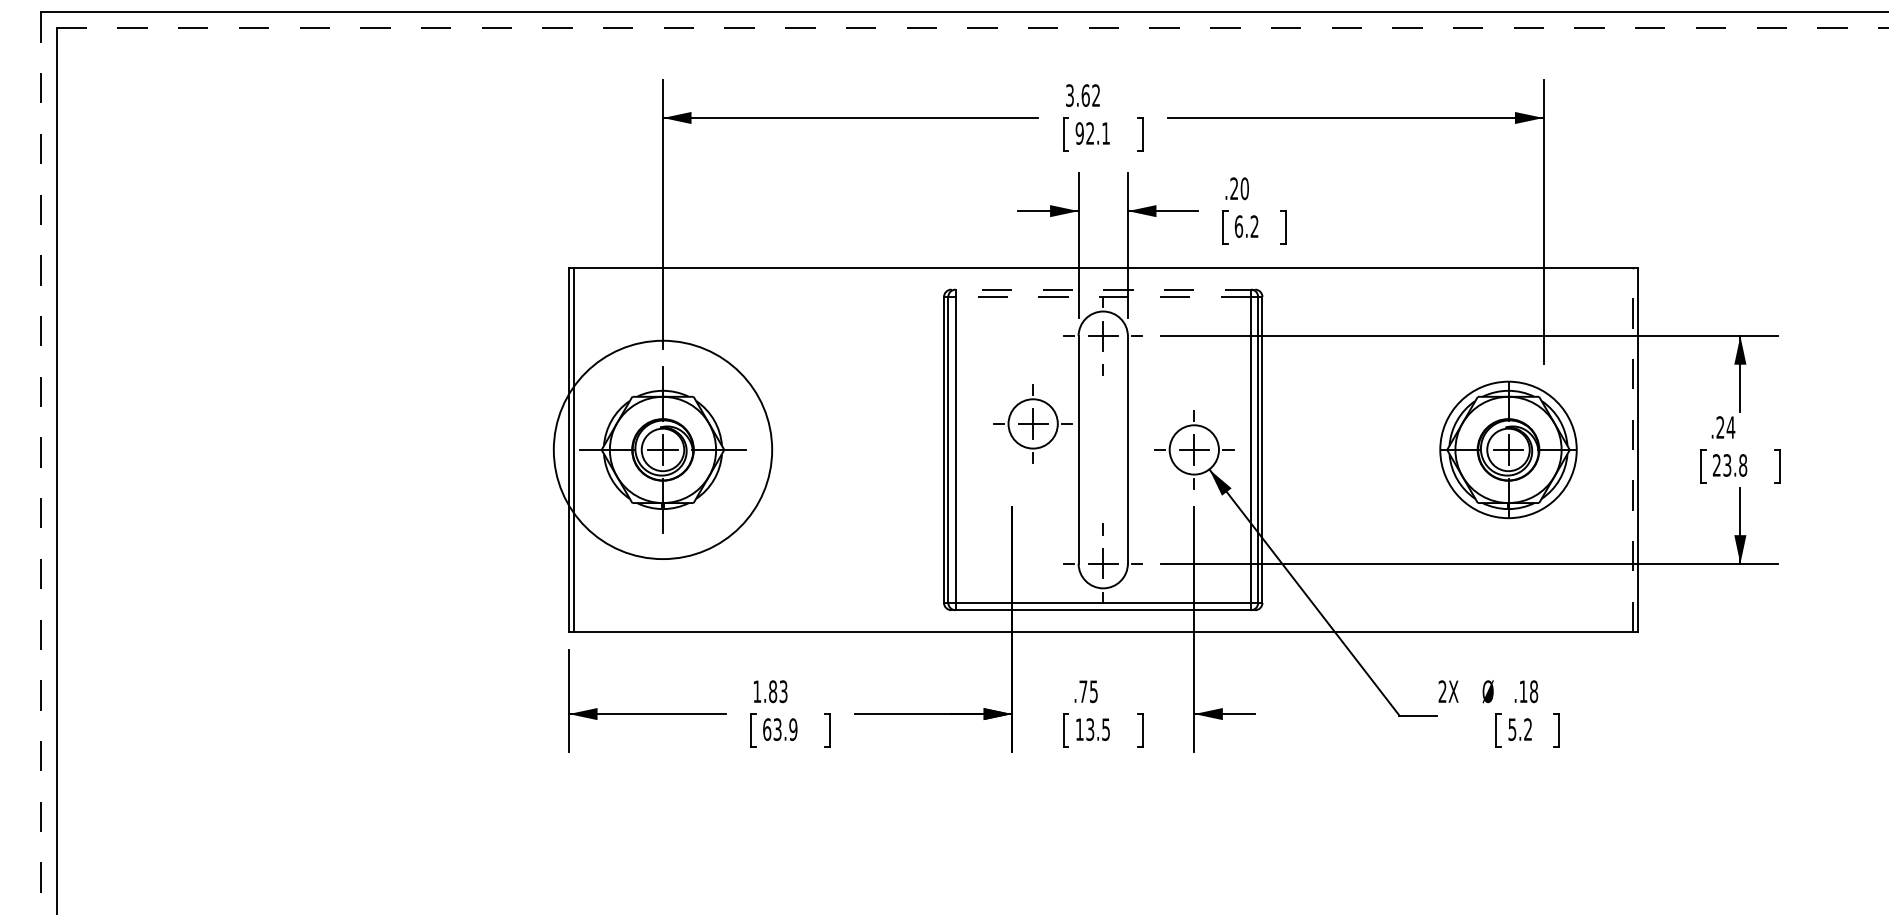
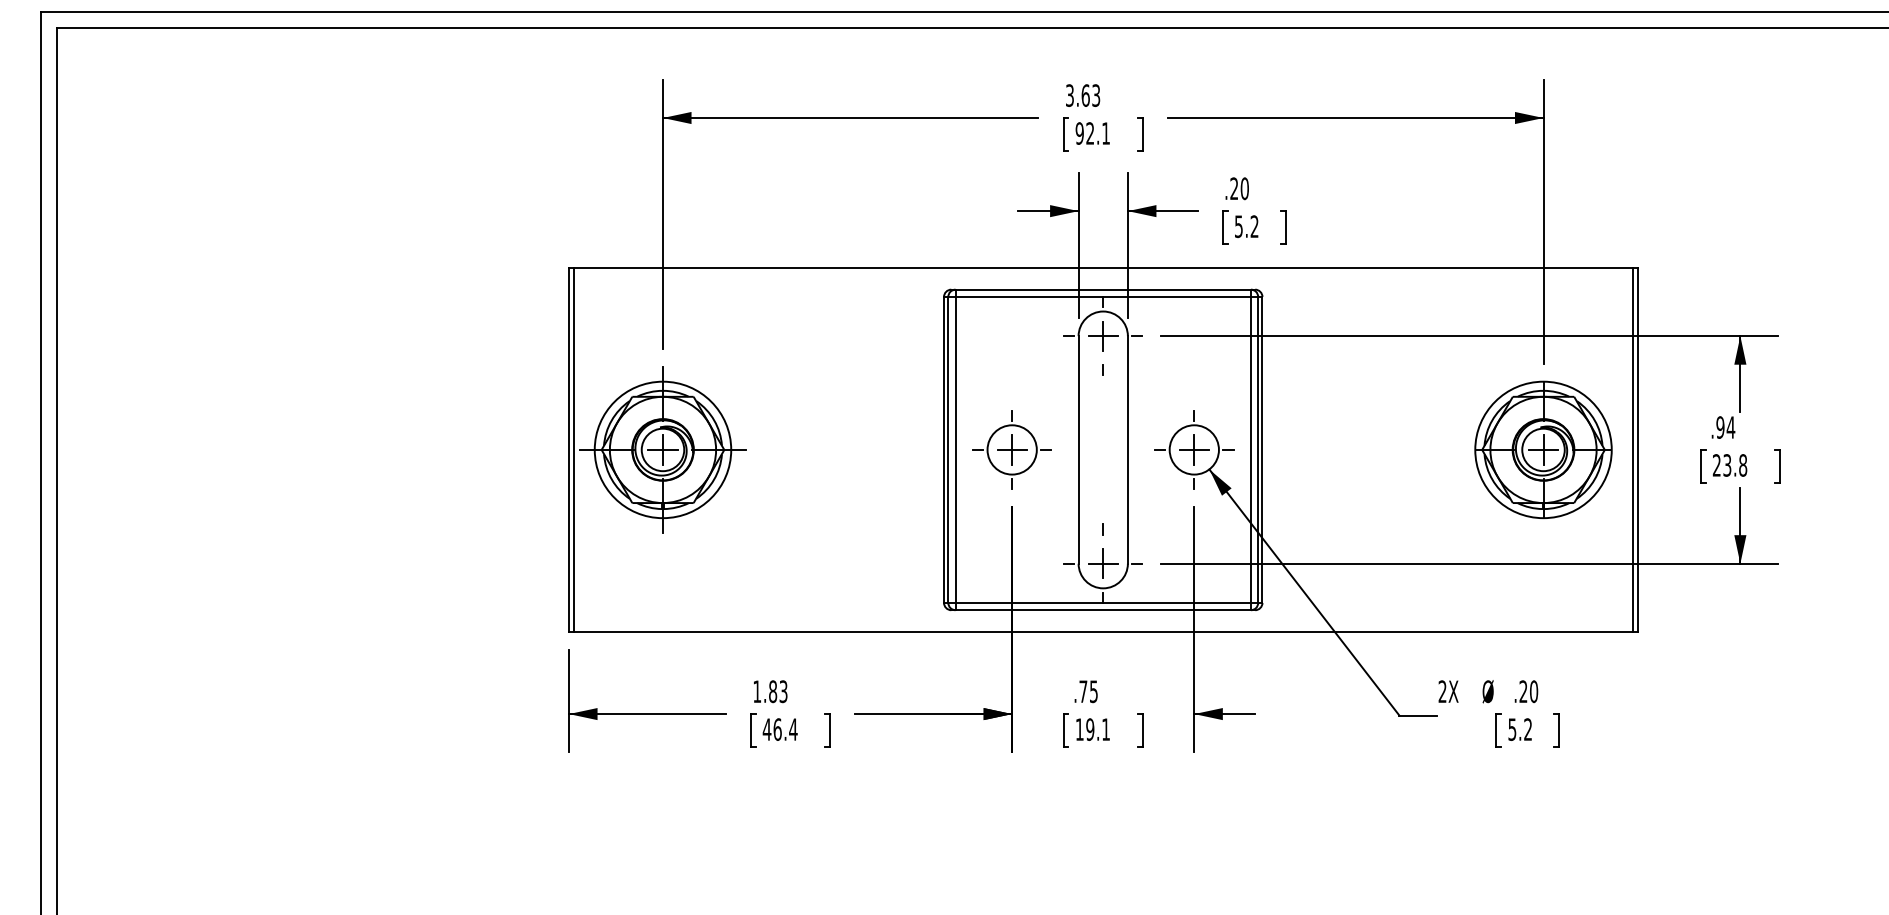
line at (972, 27): dashed -> solid
text at (1096, 95): 3.62 -> 3.63
text at (1238, 226): 6.2 -> 5.2
line at (1103, 289): dashed -> solid
line at (1103, 296): dashed -> solid
part at (1032, 423) position: (1032, 423) -> (1011, 449)
text at (1720, 427): .24 -> .94
circle at (662, 449) diameter: 218 px -> 136 px
part at (1508, 449) position: (1508, 449) -> (1543, 449)
line at (1632, 449): dashed -> solid
line at (41, 463): dashed -> solid
text at (1528, 691): .18 -> .20
text at (779, 729): 63.9 -> 46.4
text at (1097, 729): 13.5 -> 19.1
